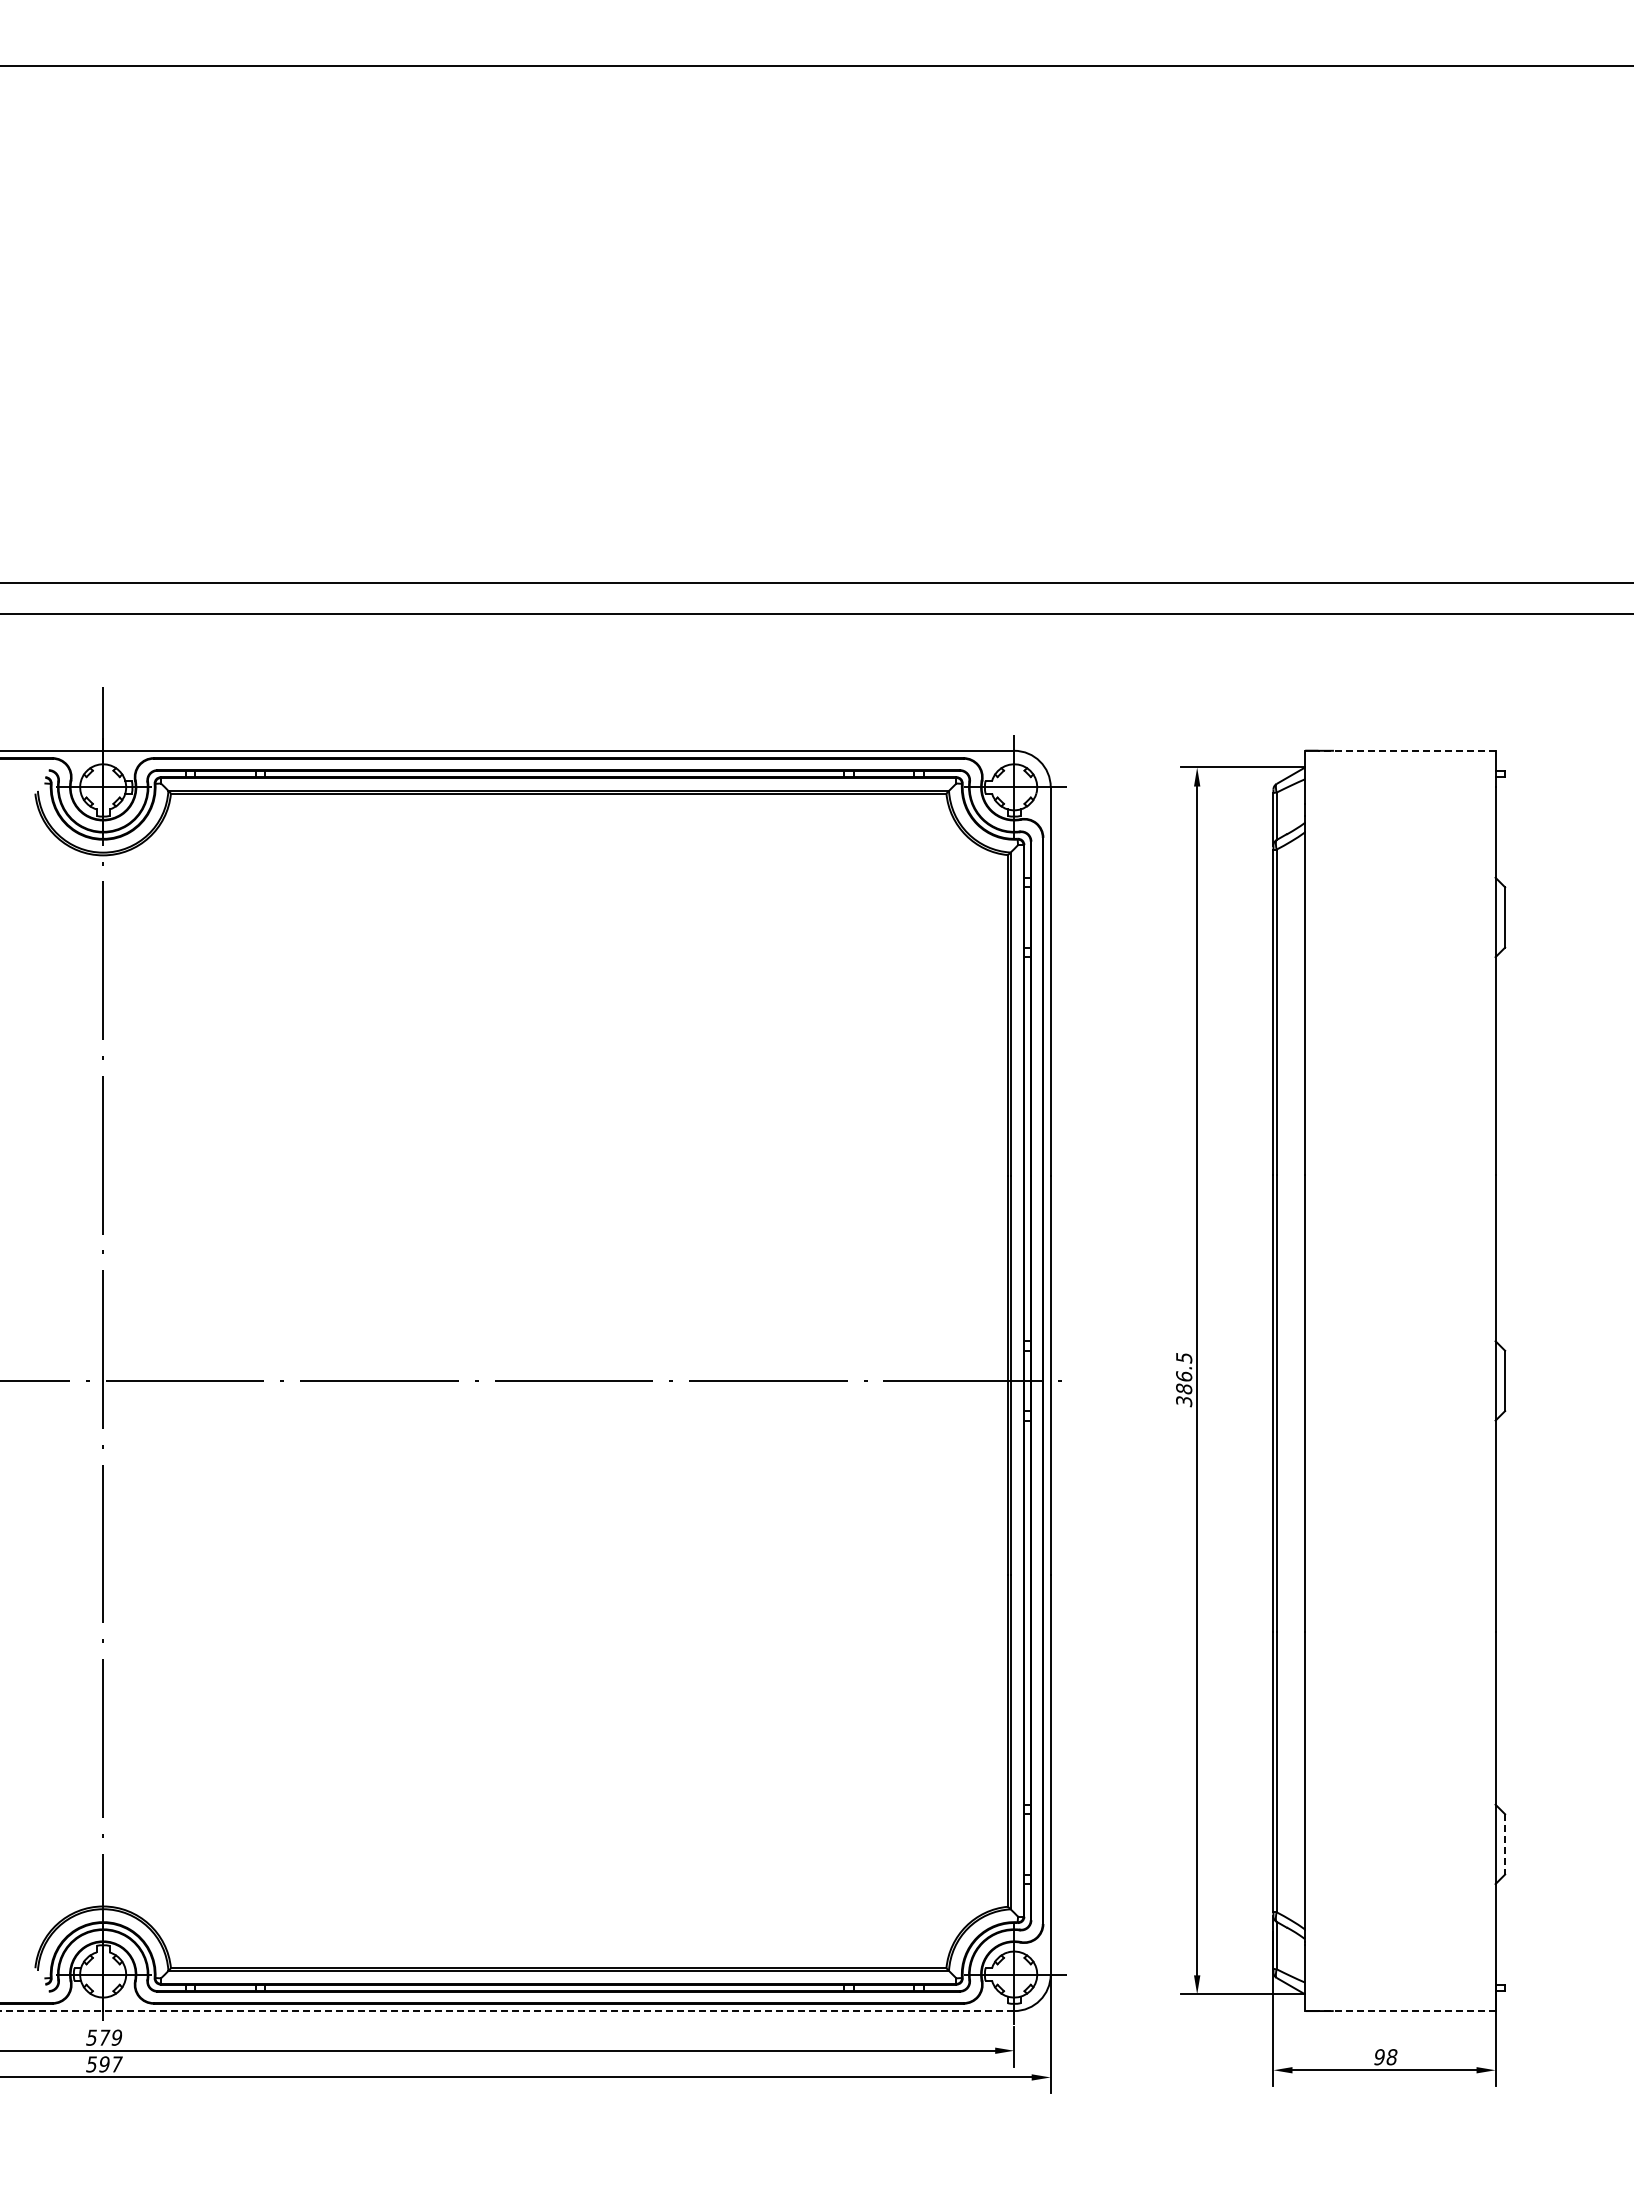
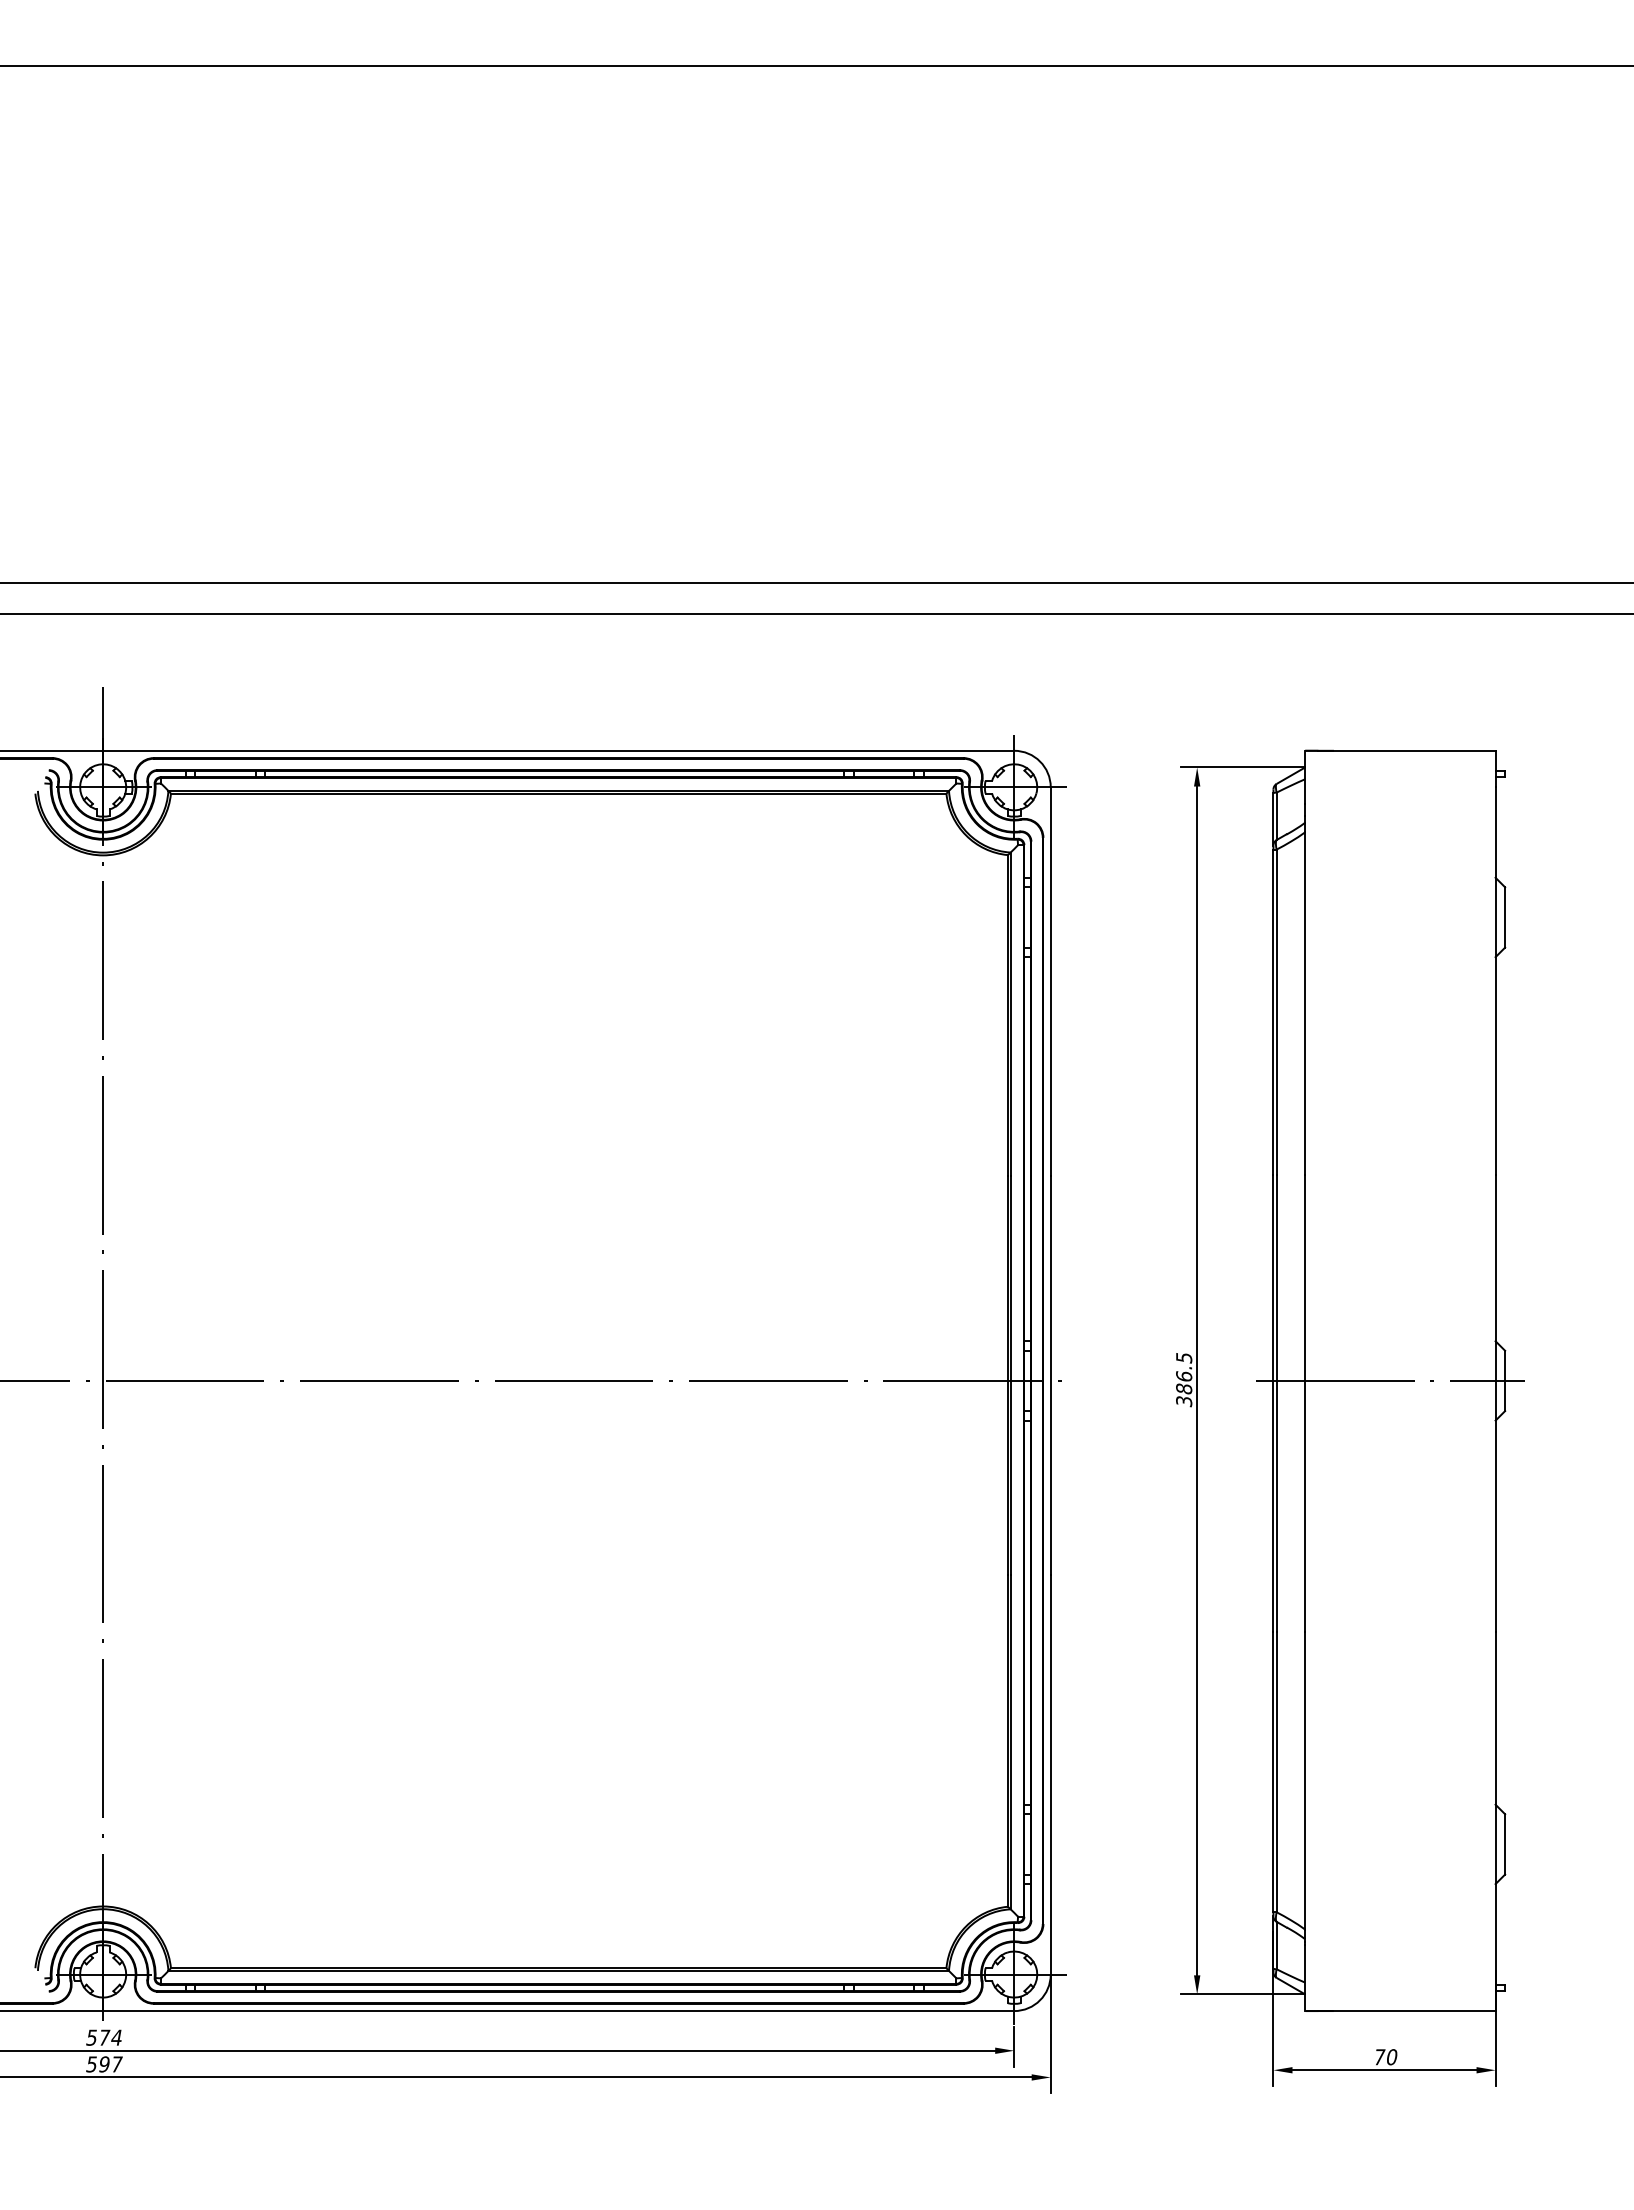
line at (1407, 750): dashed -> solid
line at (1389, 1380): none -> present
line at (1505, 1844): dashed -> solid
line at (507, 2011): dashed -> solid
line at (1407, 2011): dashed -> solid
text at (116, 2037): 579 -> 574
text at (1385, 2057): 98 -> 70
